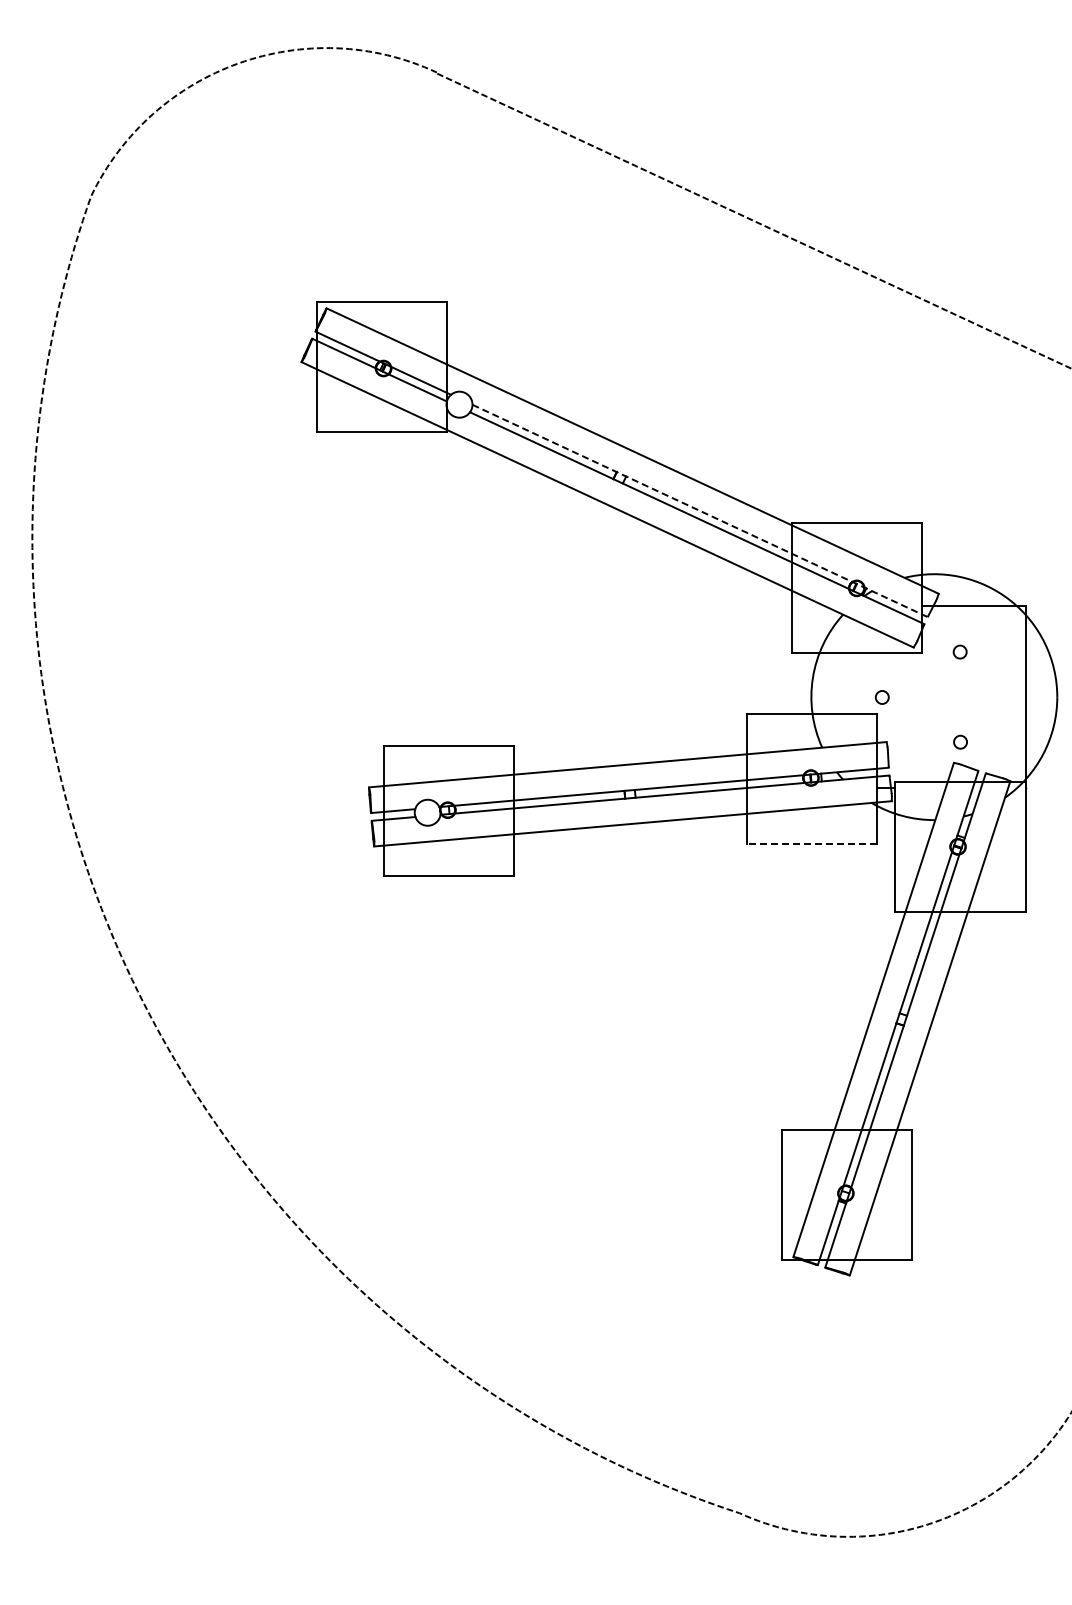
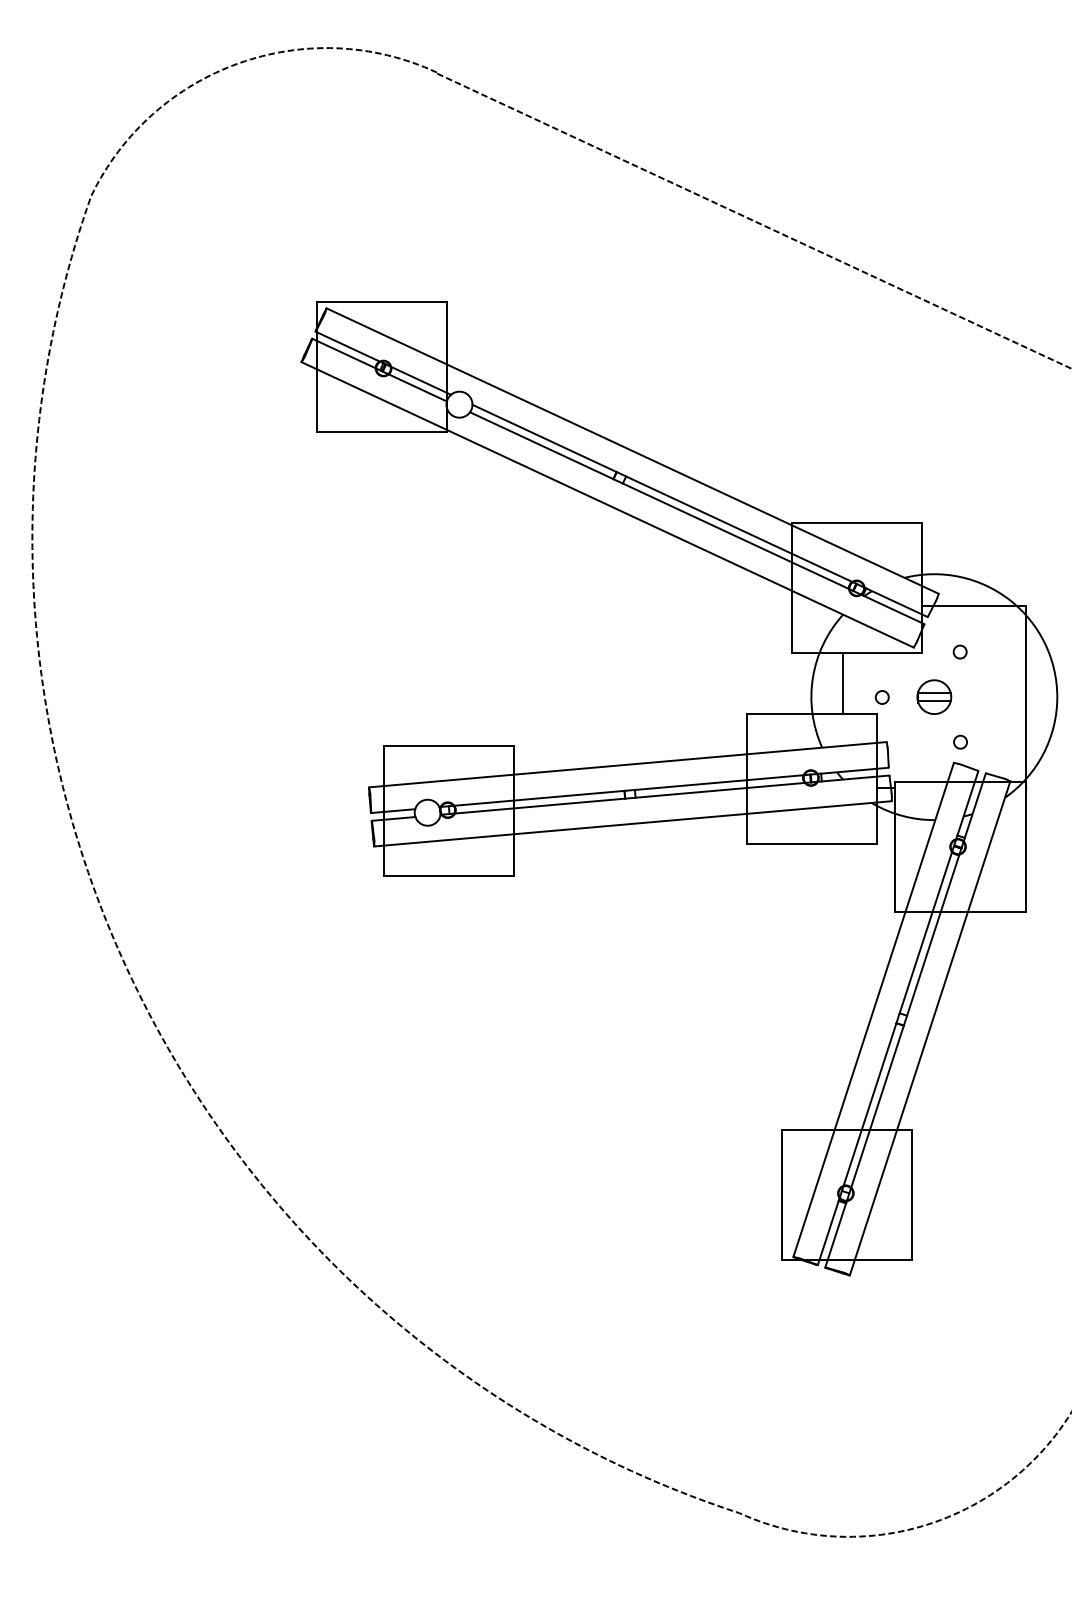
line at (700, 511): dashed -> solid
line at (843, 683): none -> present
part at (934, 696): none -> present
line at (811, 843): dashed -> solid
